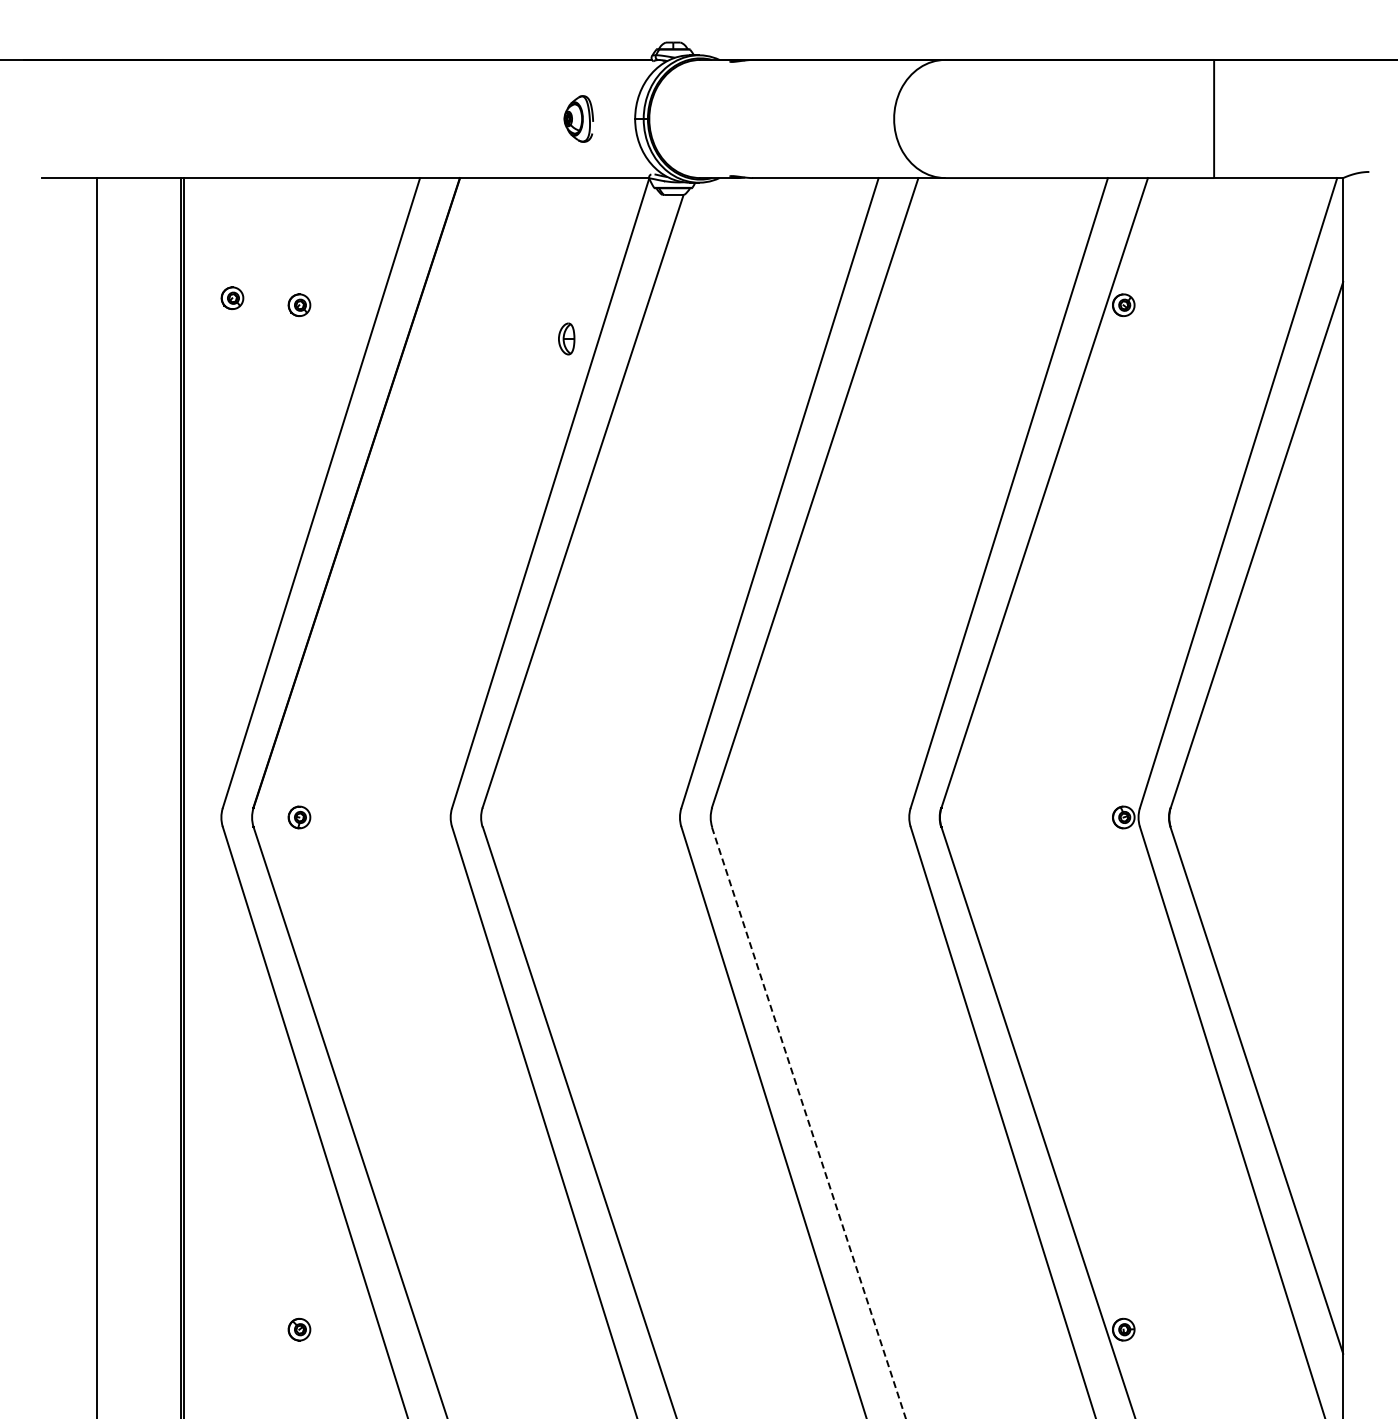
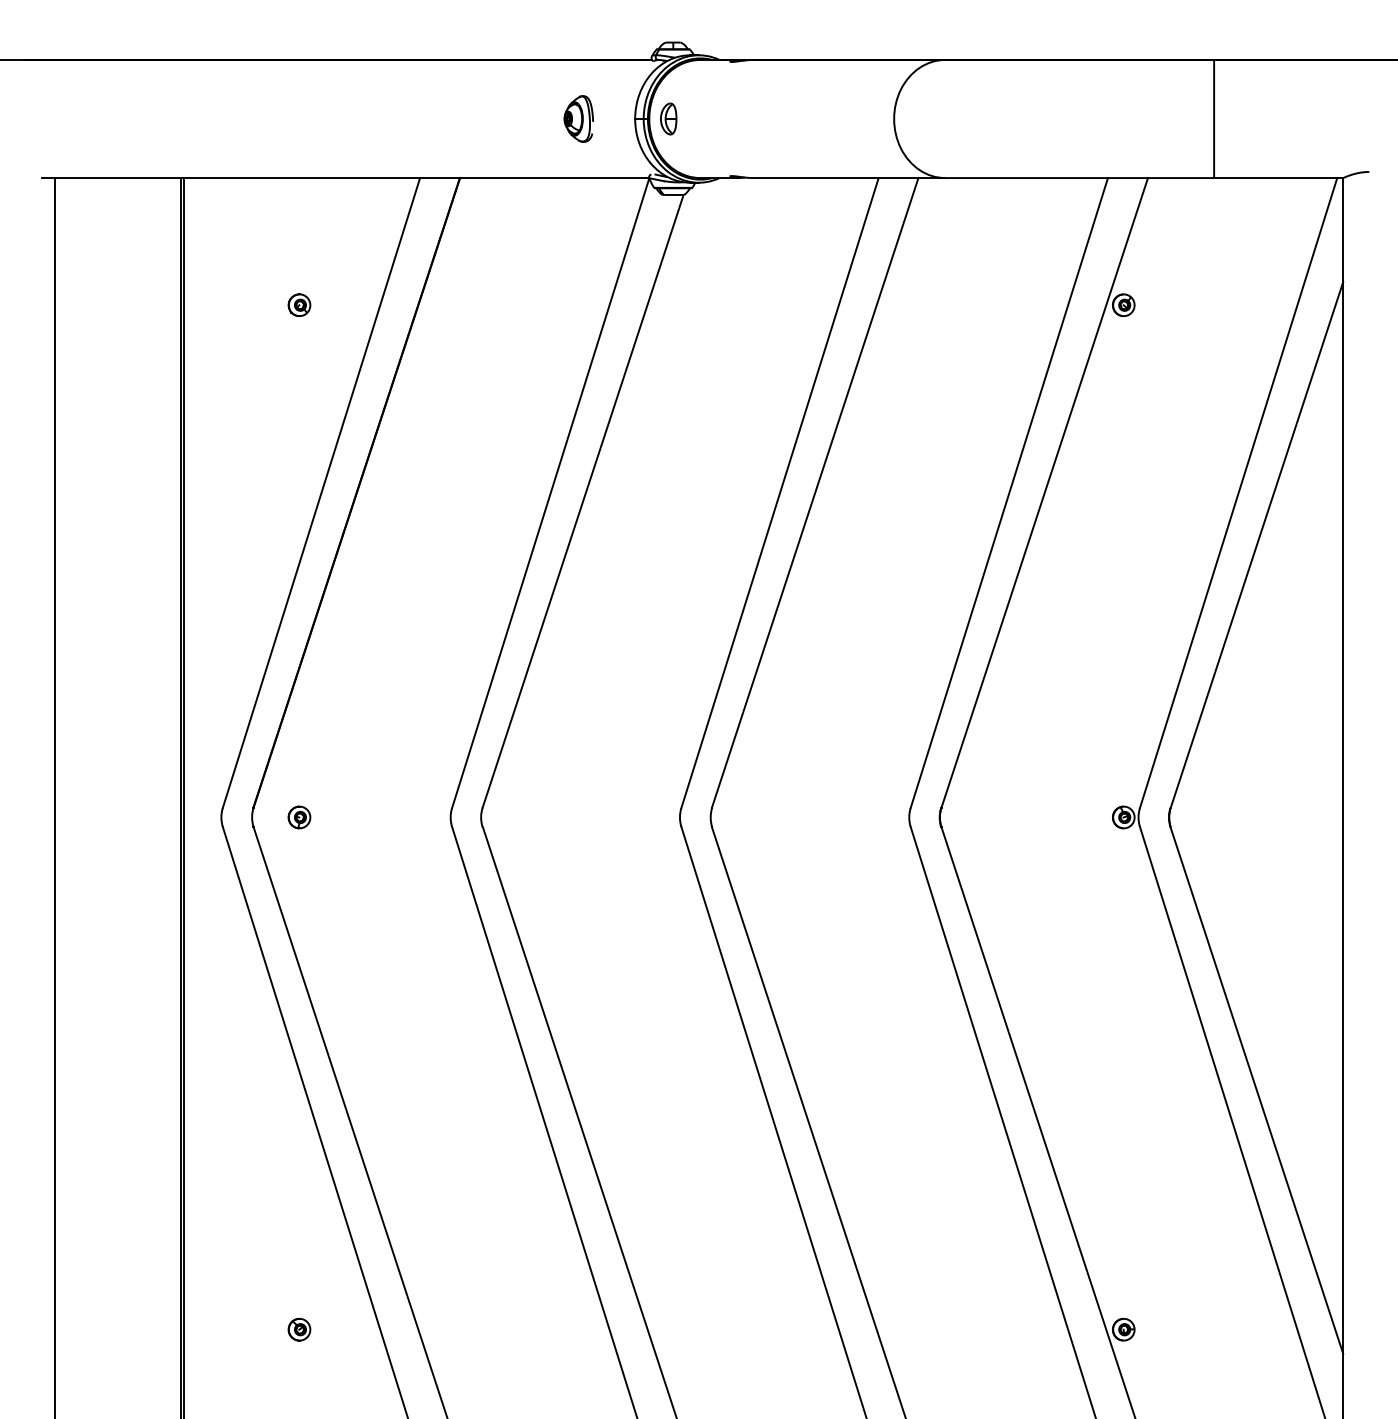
part at (232, 297): present -> none
part at (566, 338) position: (566, 338) -> (668, 118)
line at (96, 796) position: (96, 796) -> (54, 796)
line at (809, 1123): dashed -> solid
